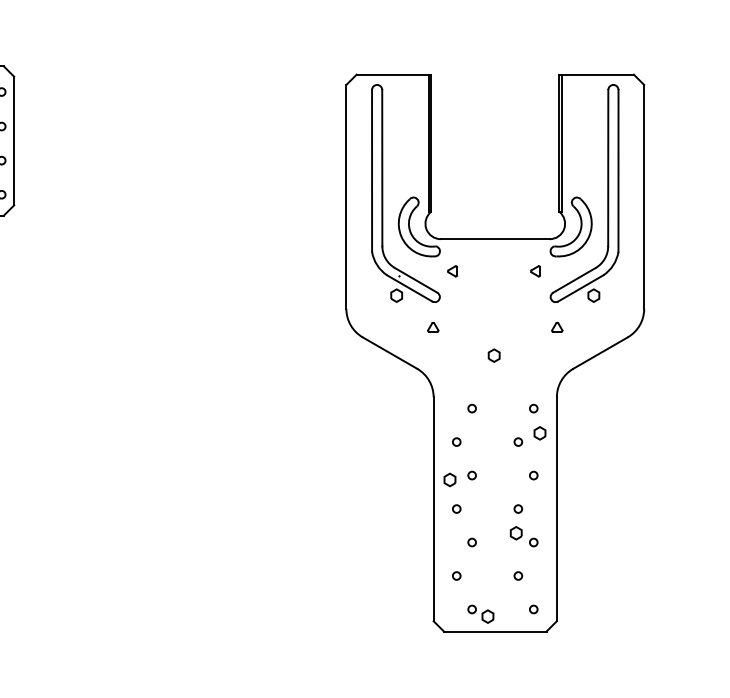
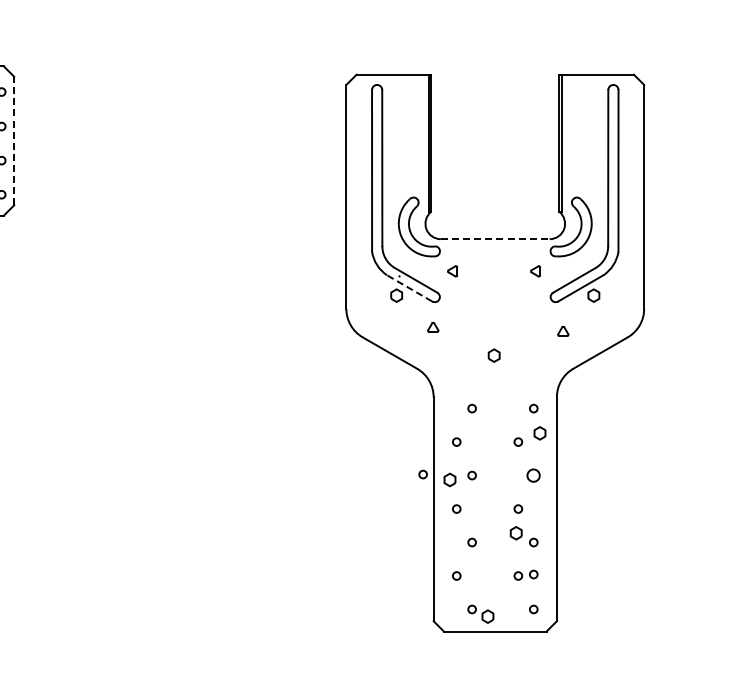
line at (14, 140): solid -> dashed
line at (495, 239): solid -> dashed
line at (409, 288): solid -> dashed
part at (557, 327) position: (557, 327) -> (563, 331)
circle at (422, 474): none -> present
circle at (533, 475) size: 10x11 px -> 15x15 px
circle at (533, 574): none -> present
